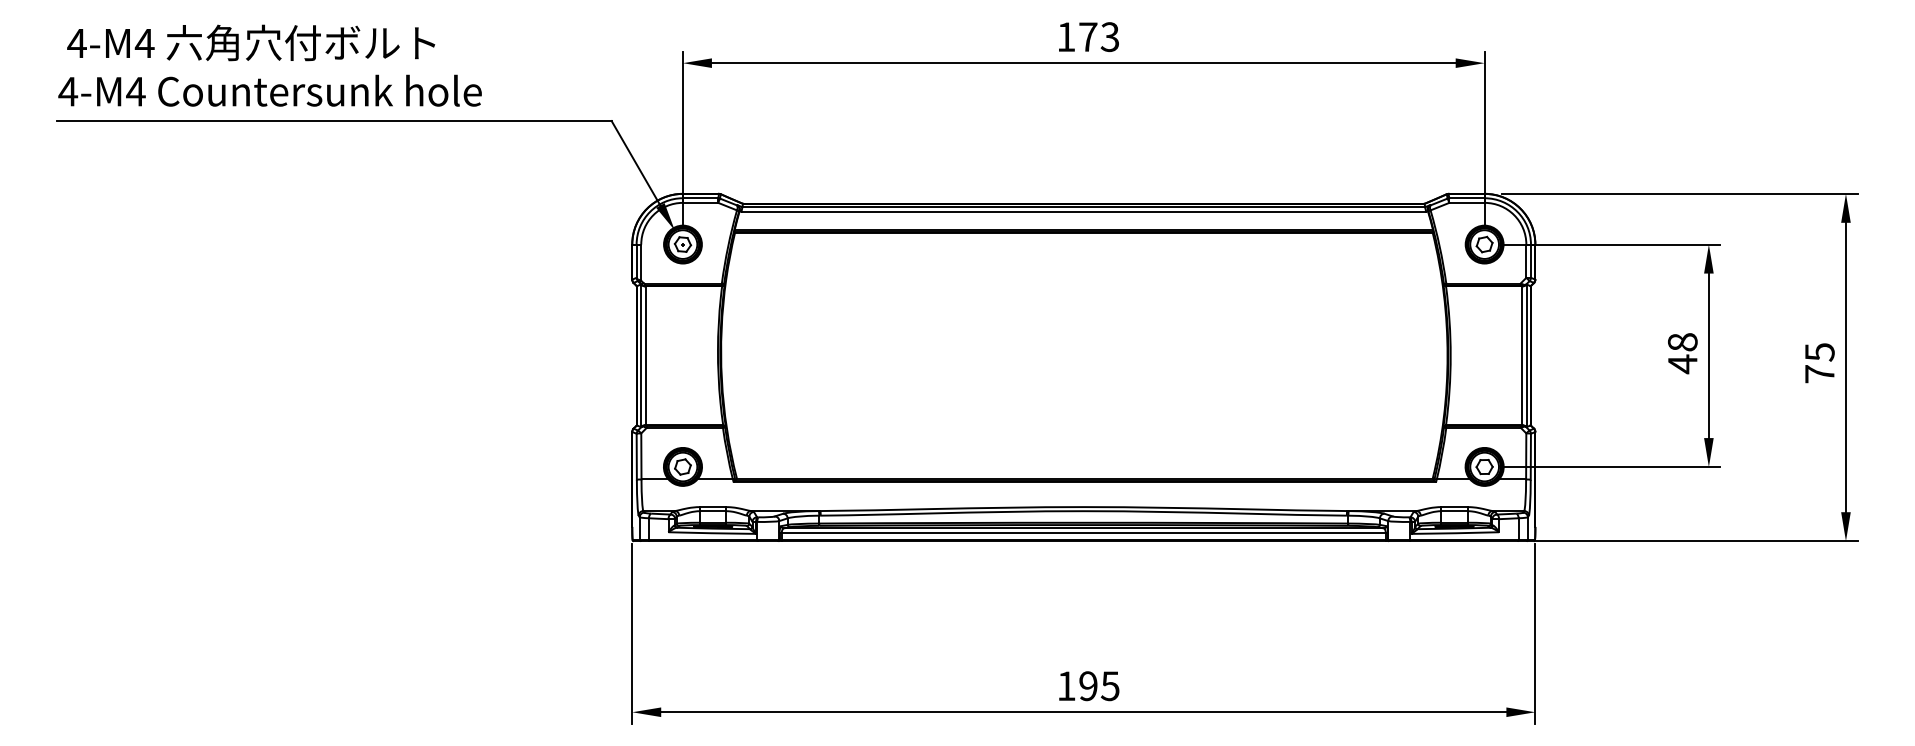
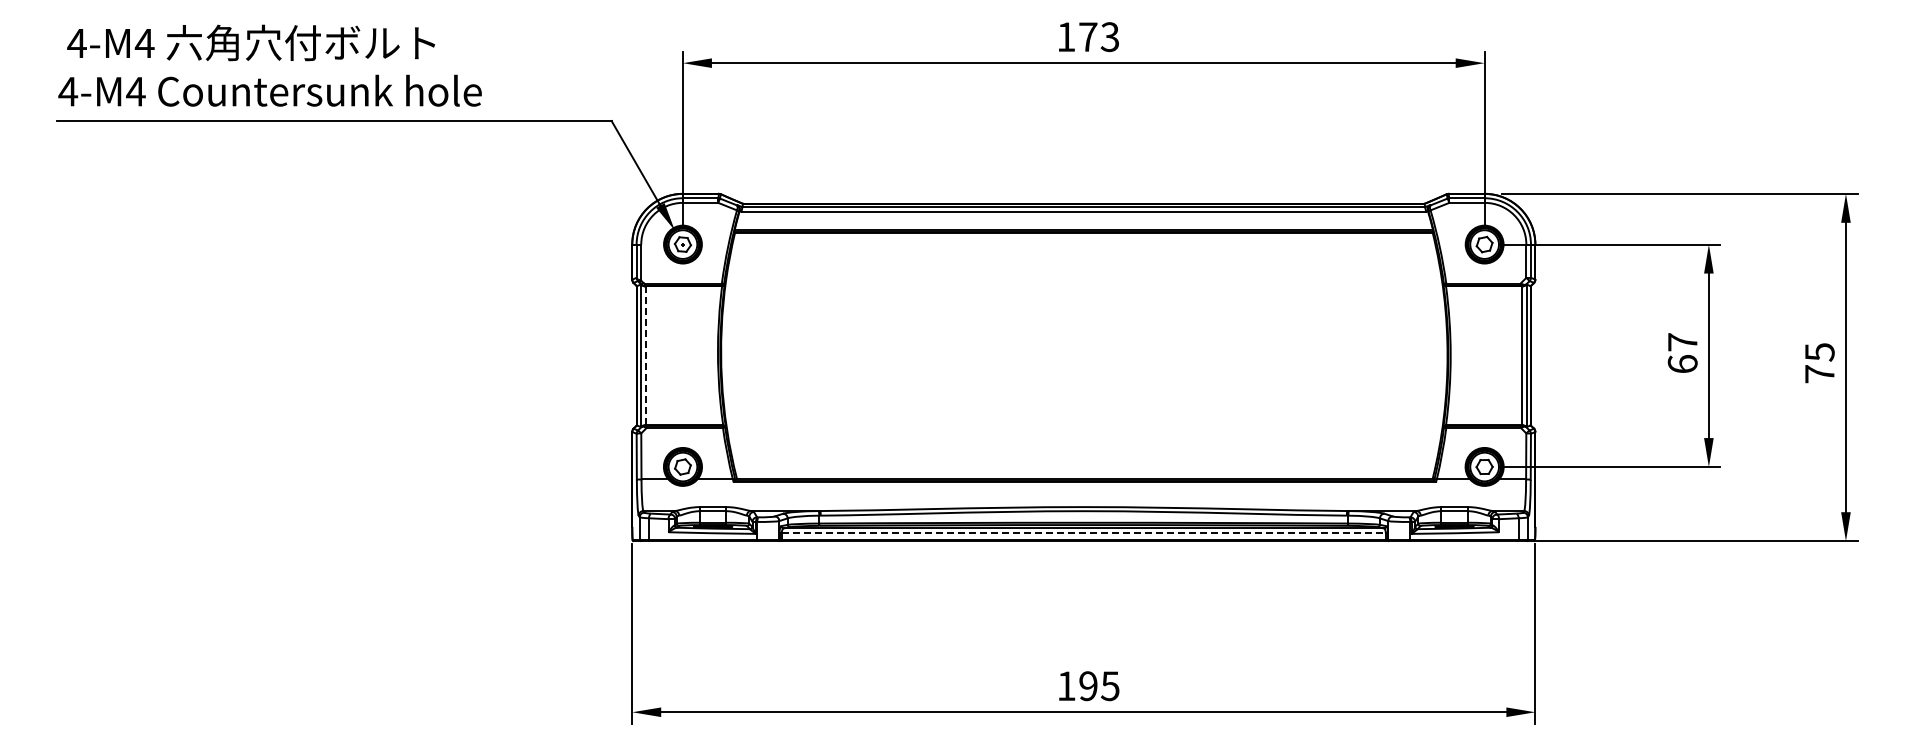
text at (1682, 353): 48 -> 67
line at (645, 355): solid -> dashed
line at (1083, 533): solid -> dashed
